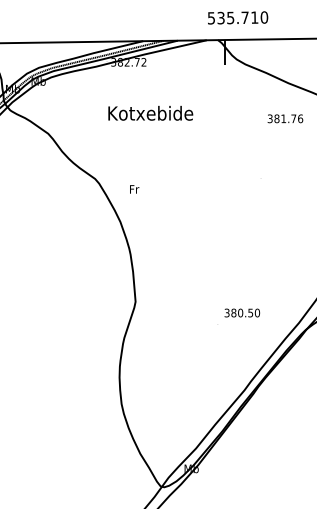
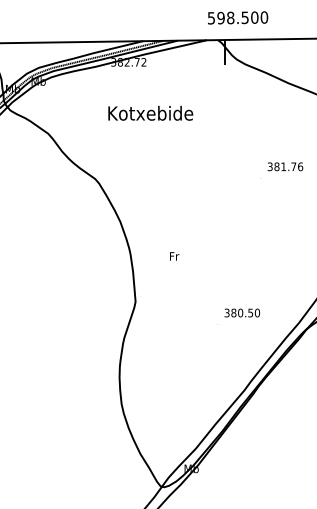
text at (237, 17): 535.710 -> 598.500
text at (285, 118) position: (285, 118) -> (285, 166)
text at (134, 189) position: (134, 189) -> (174, 256)
